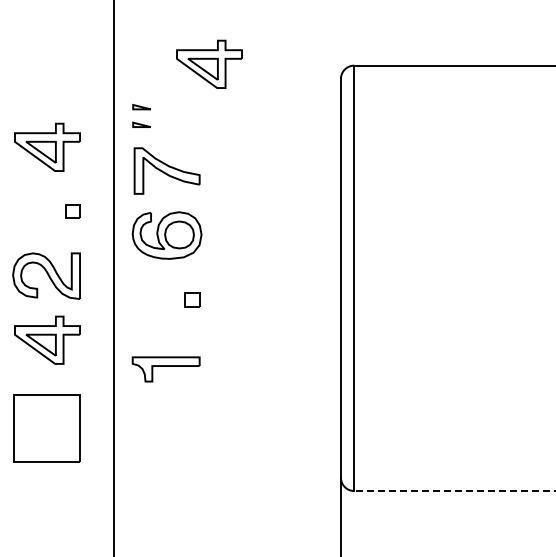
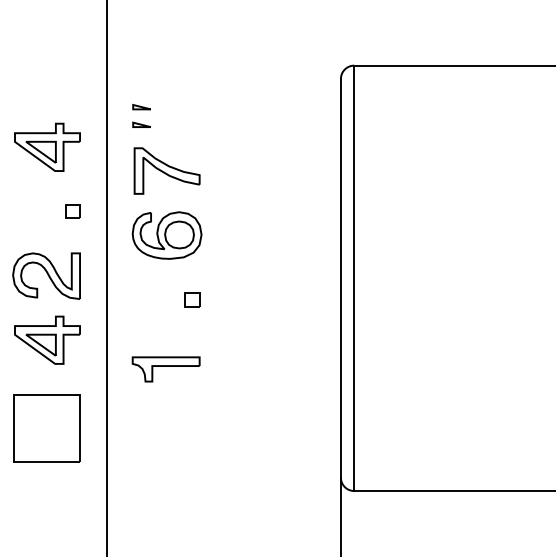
part at (209, 63): present -> none
line at (113, 277) position: (113, 277) -> (106, 277)
line at (454, 491): dashed -> solid
